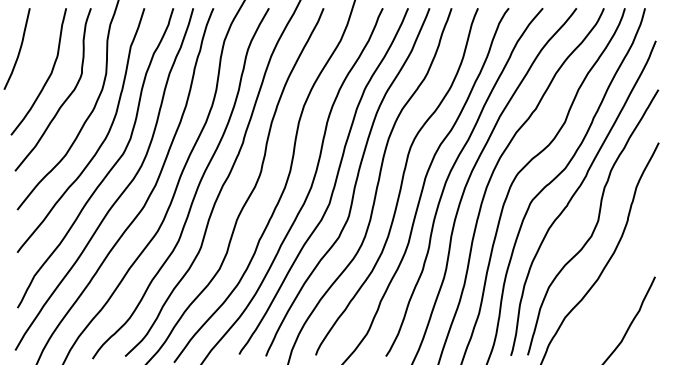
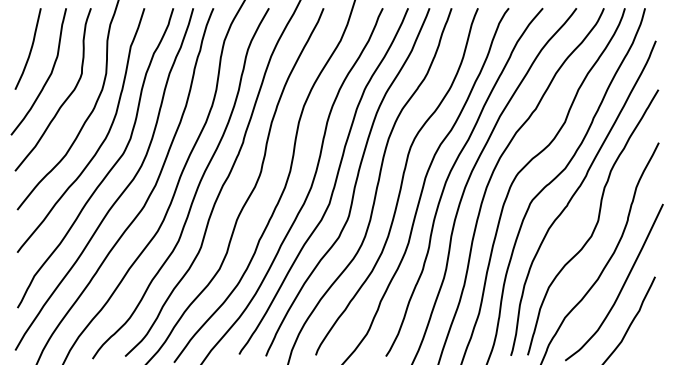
curve at (19, 48) position: (19, 48) -> (30, 48)
curve at (622, 285): none -> present
